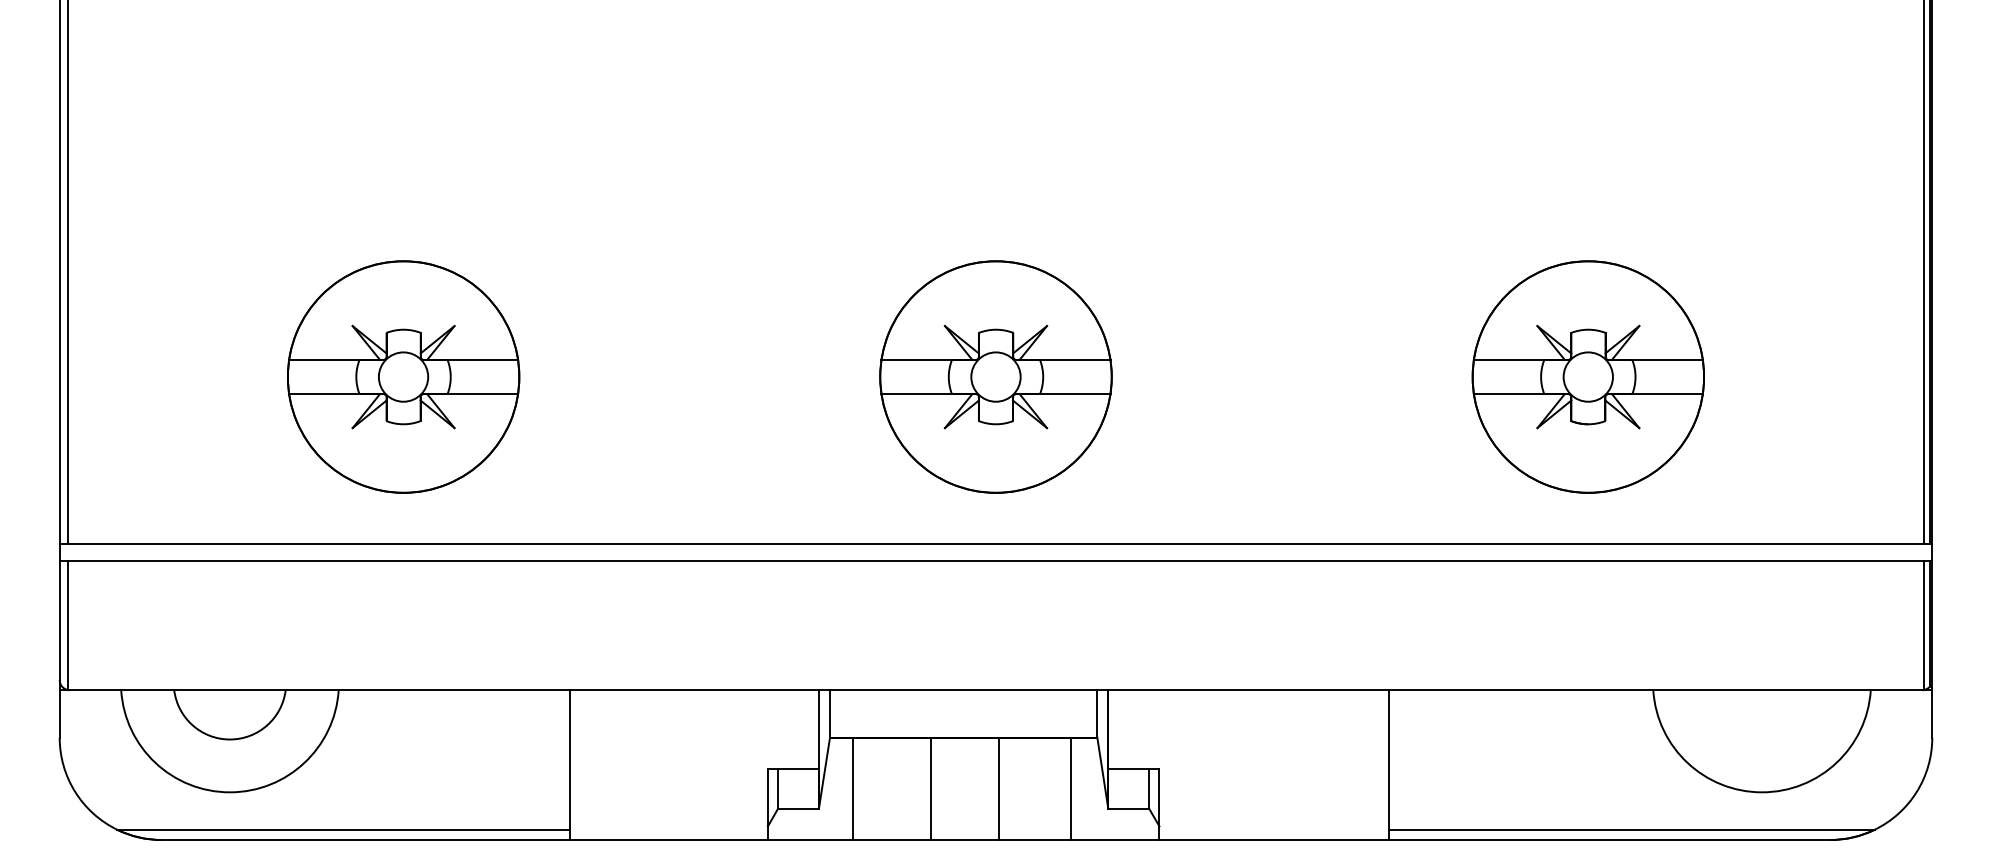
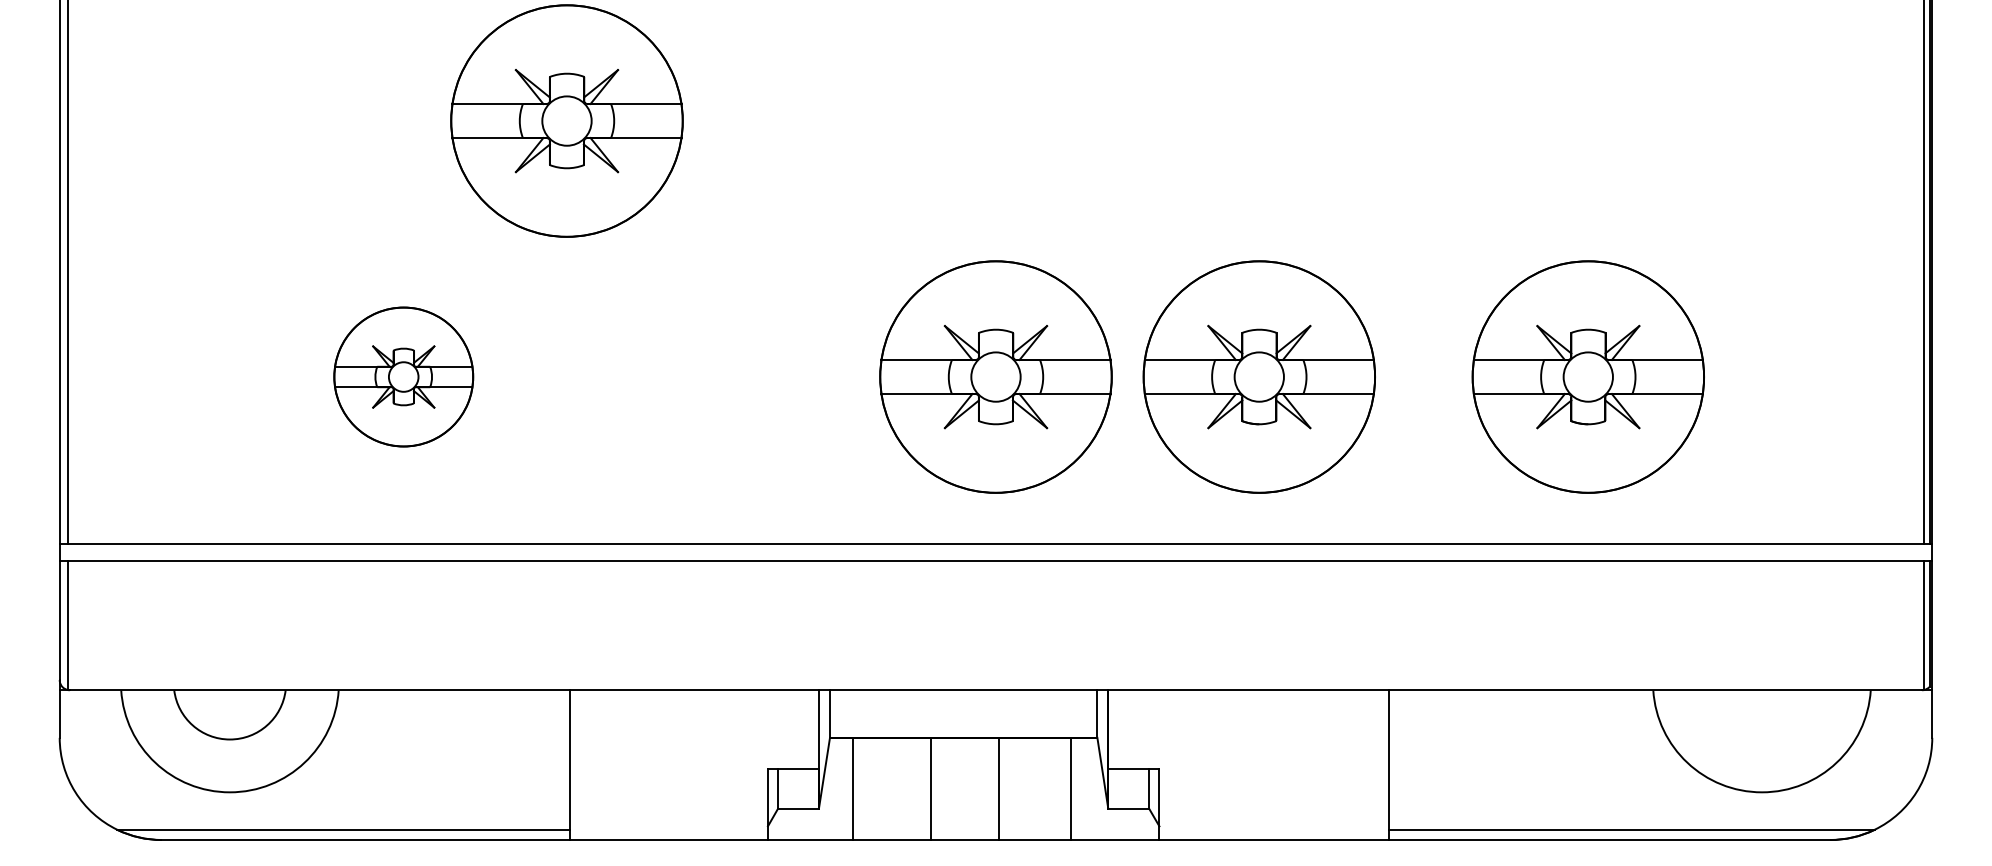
part at (566, 120): none -> present
part at (403, 376) size: 234x234 px -> 142x142 px
part at (1258, 376): none -> present
